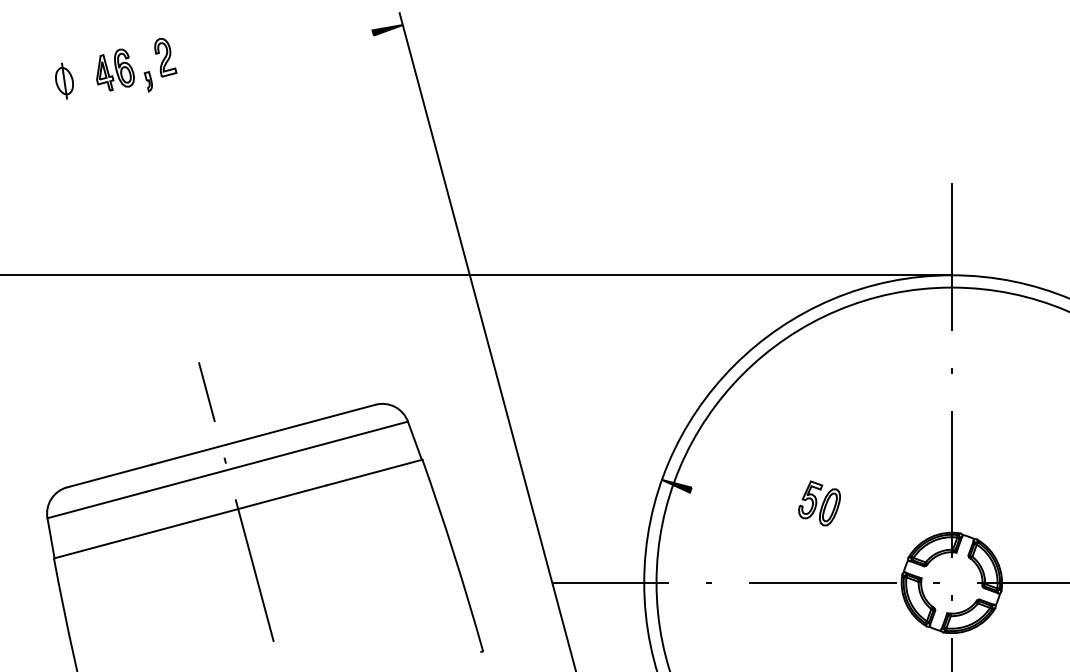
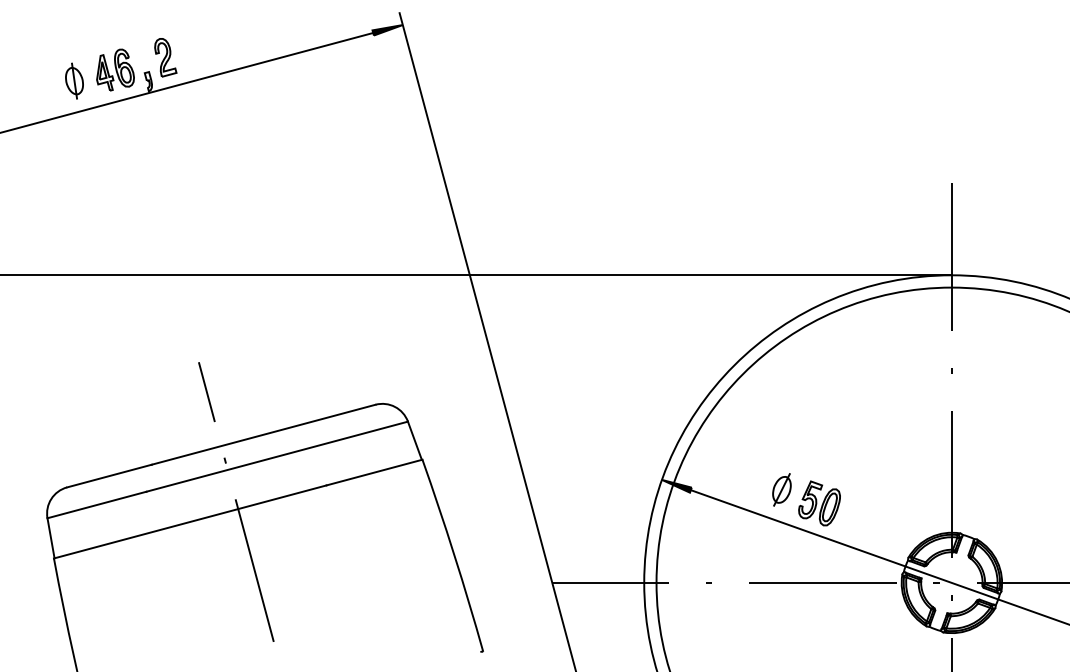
part at (64, 80) position: (64, 80) -> (74, 80)
line at (187, 82): none -> present
part at (781, 489): none -> present
line at (878, 556): none -> present
